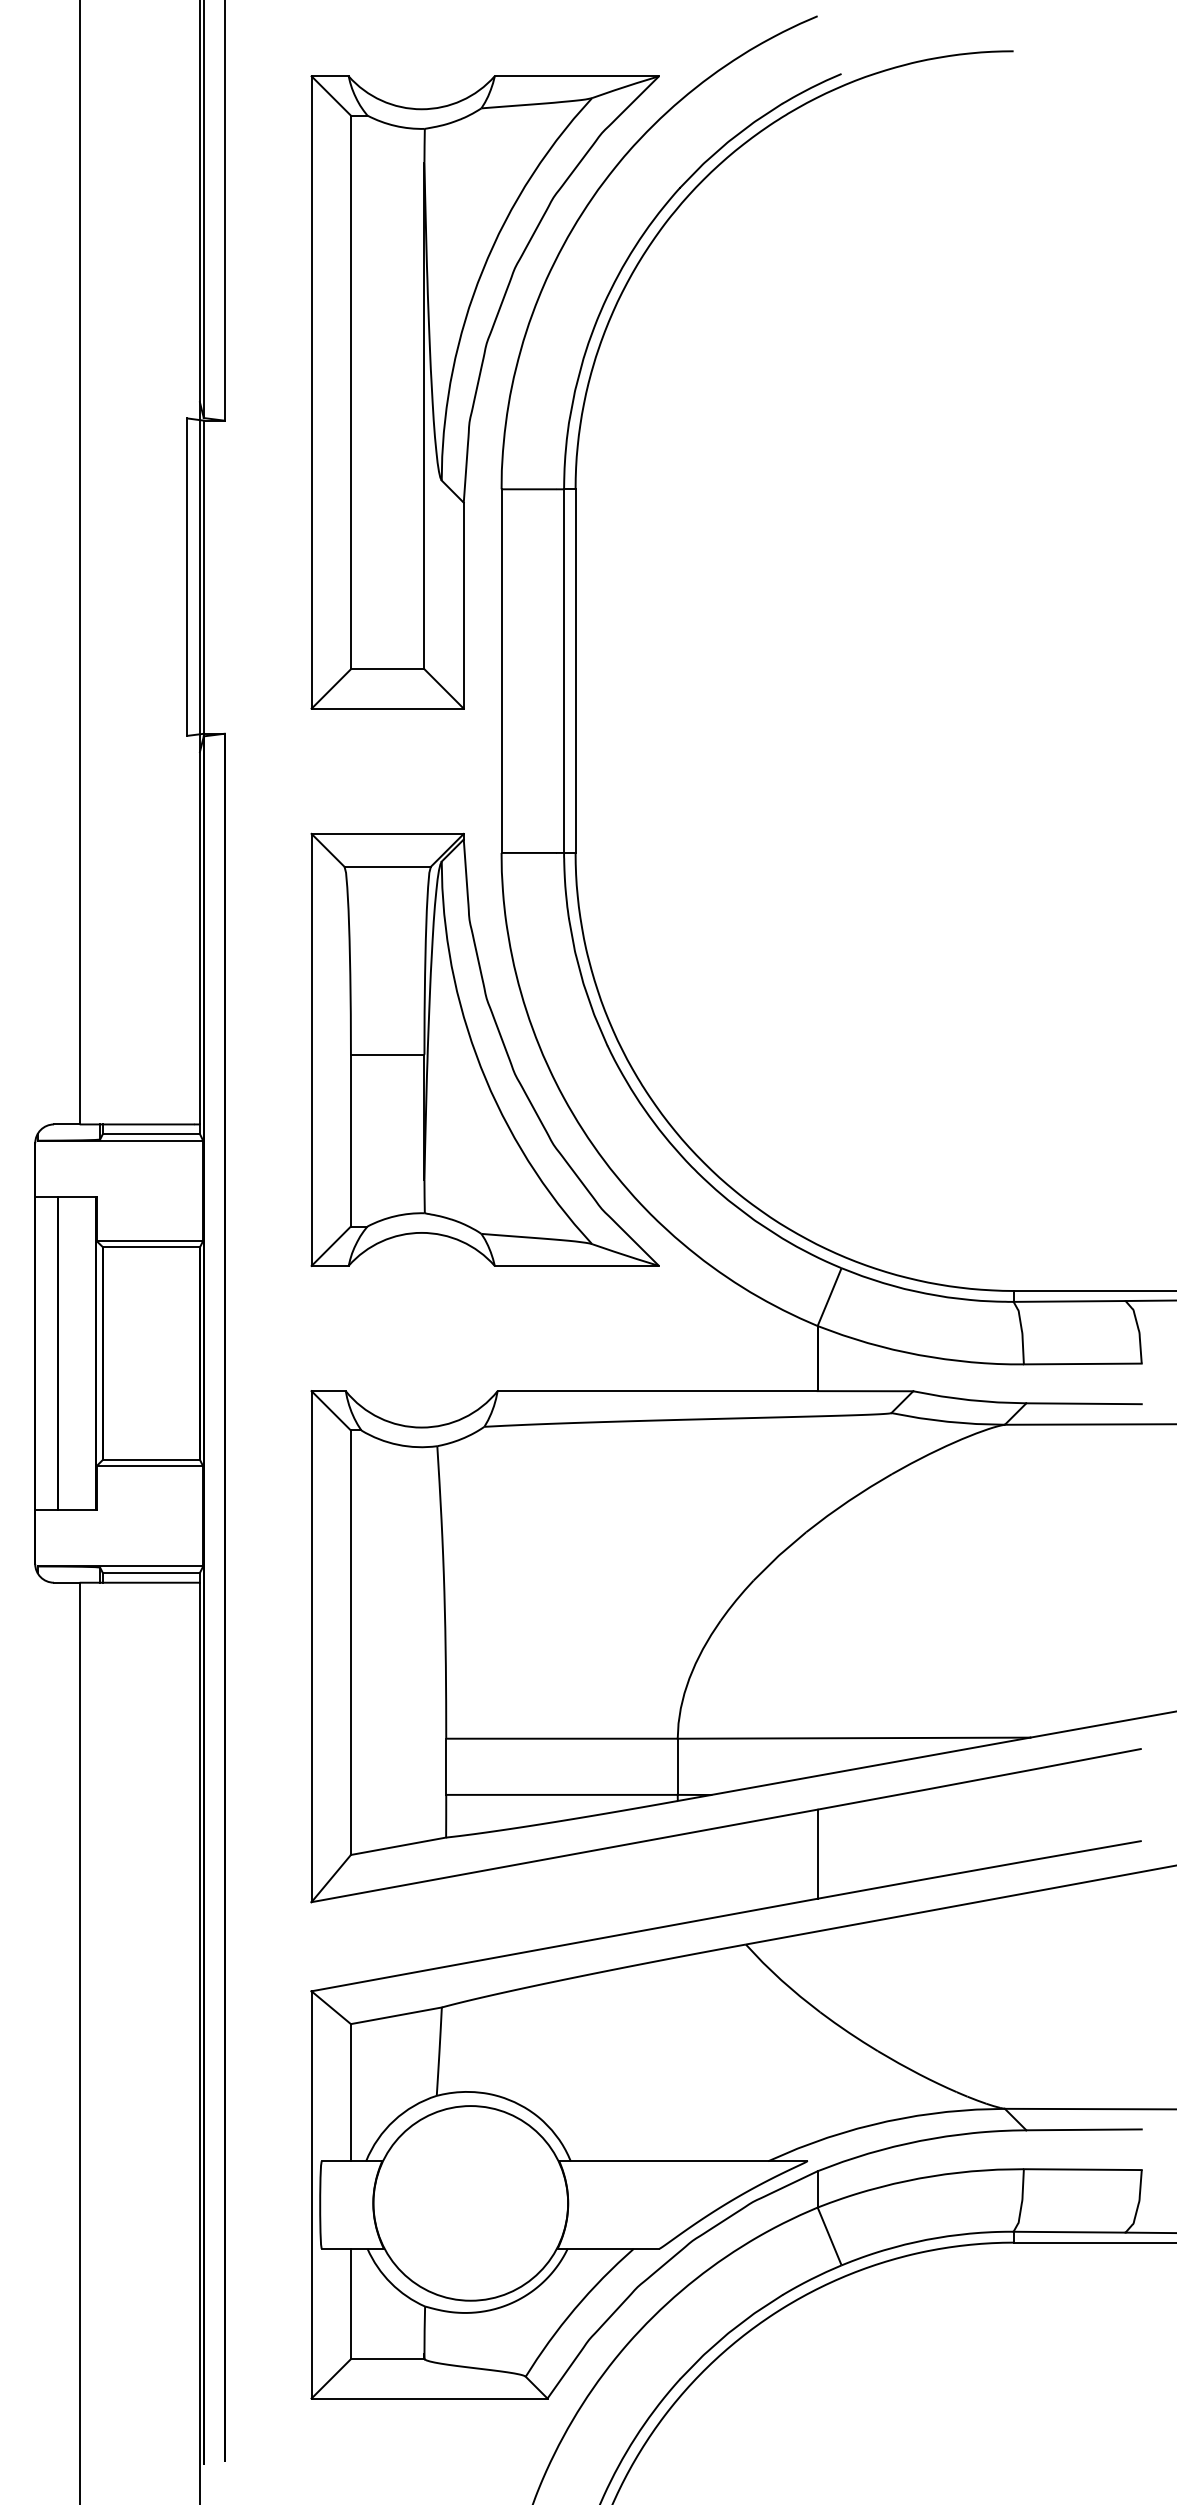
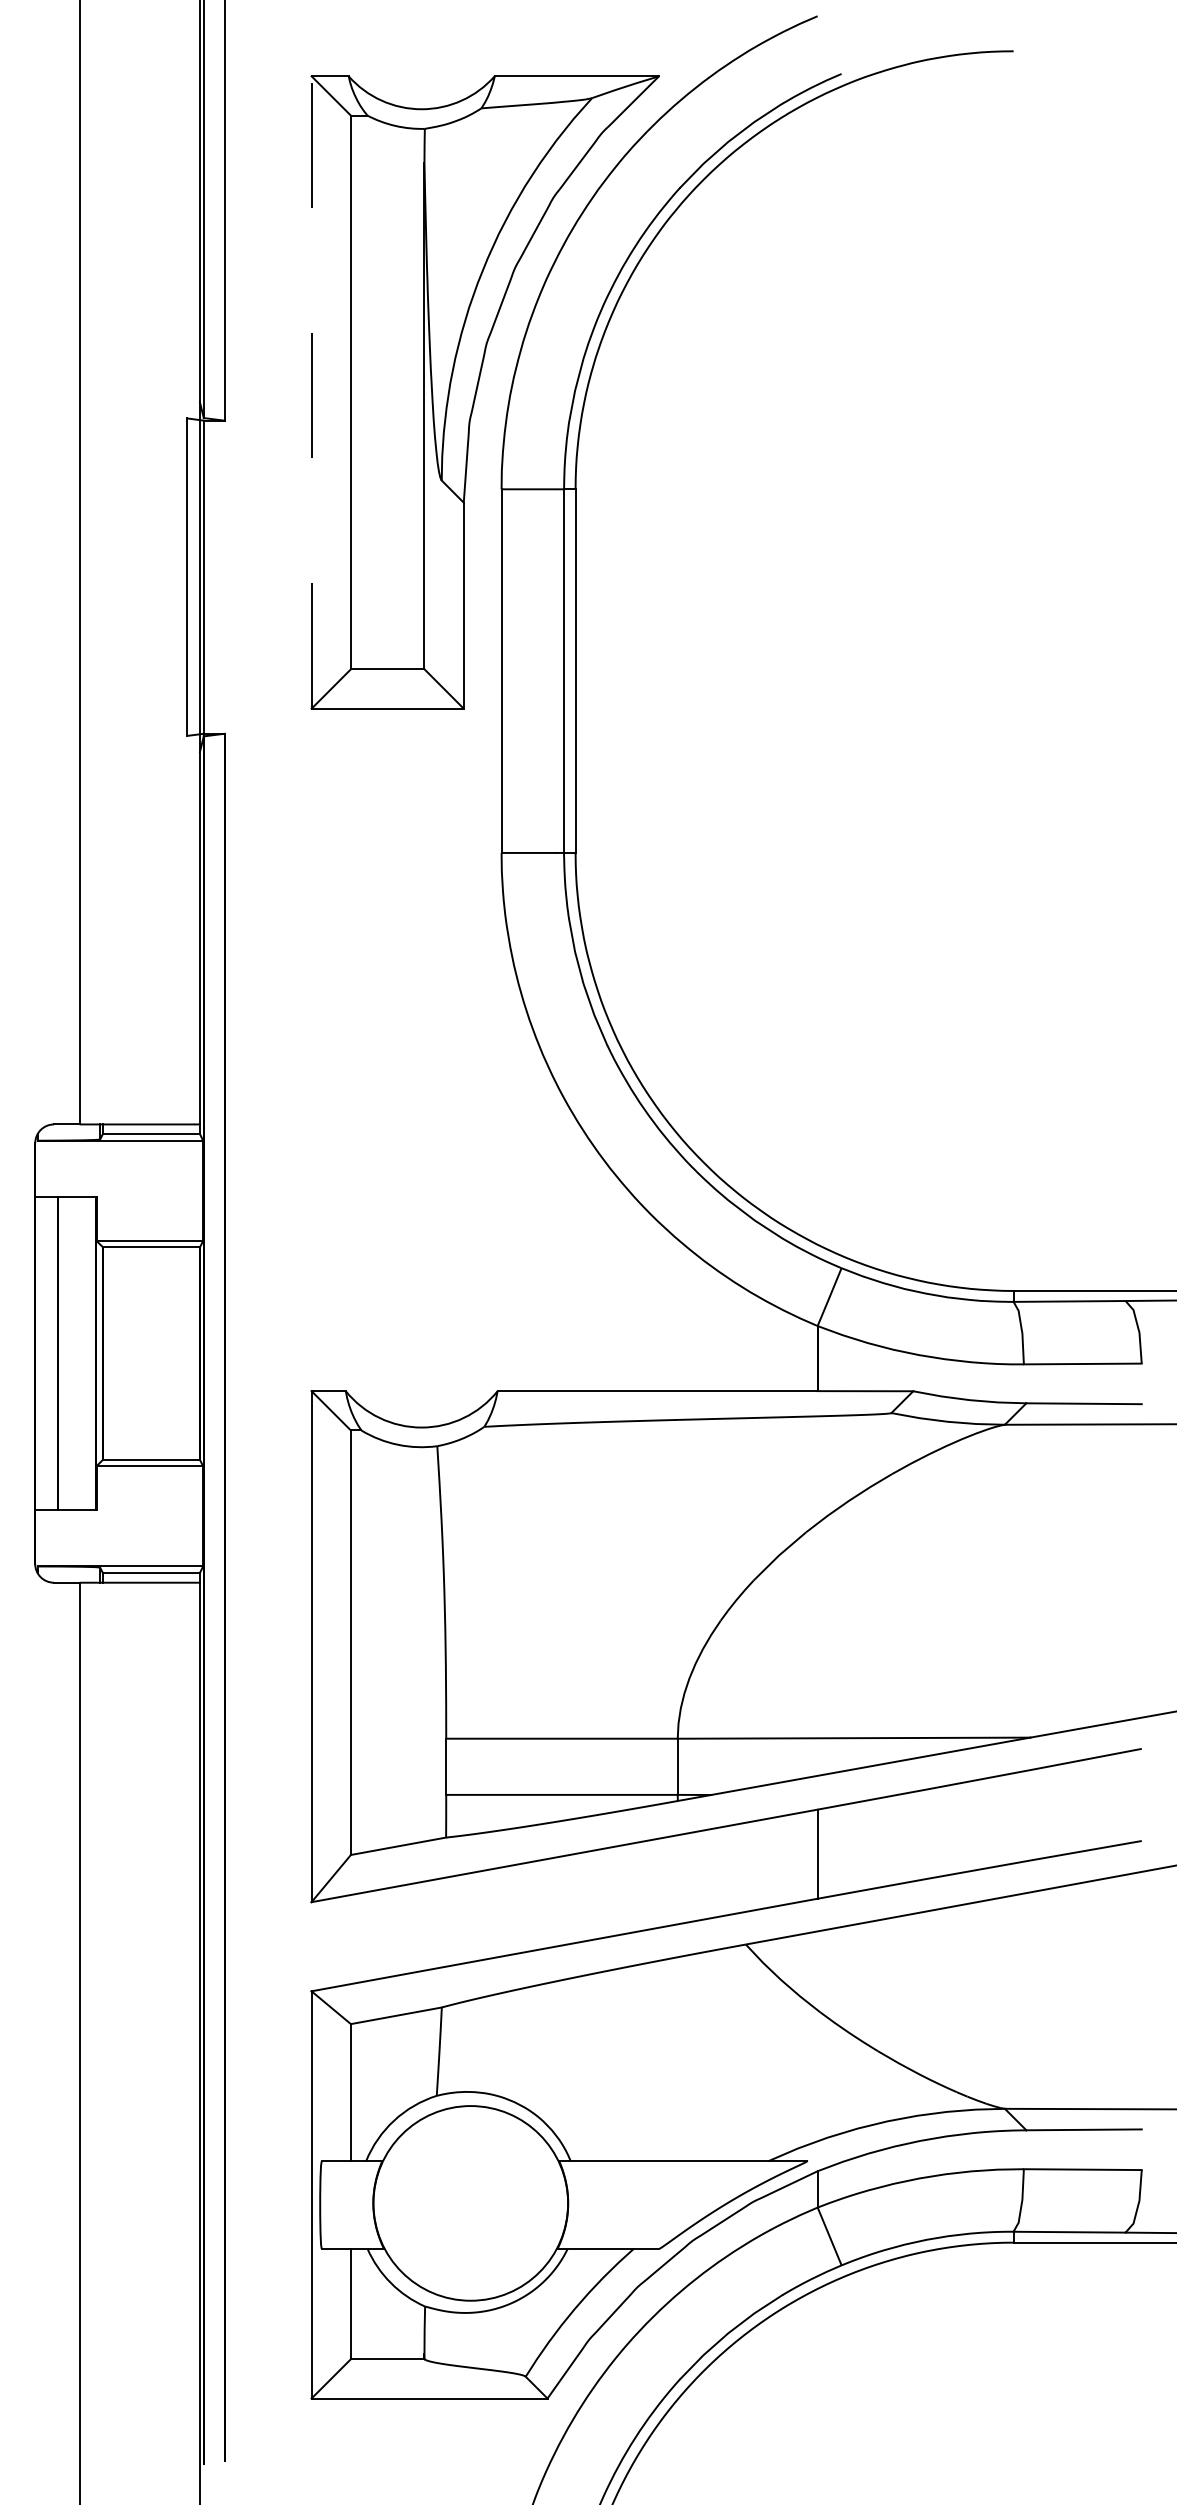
line at (311, 392): solid -> dashed
part at (484, 1049): present -> none
